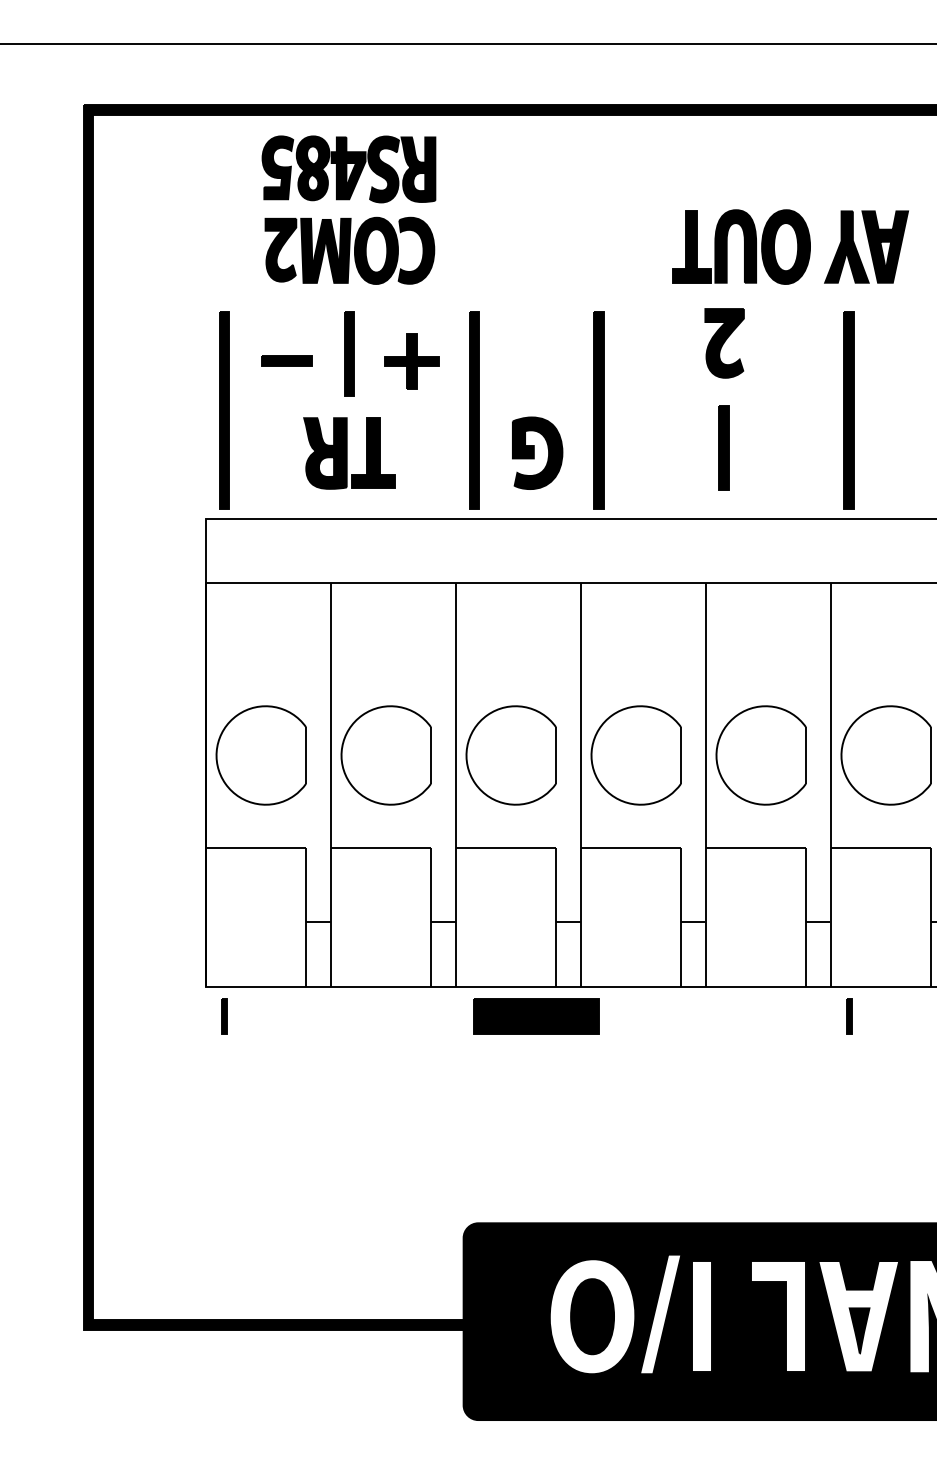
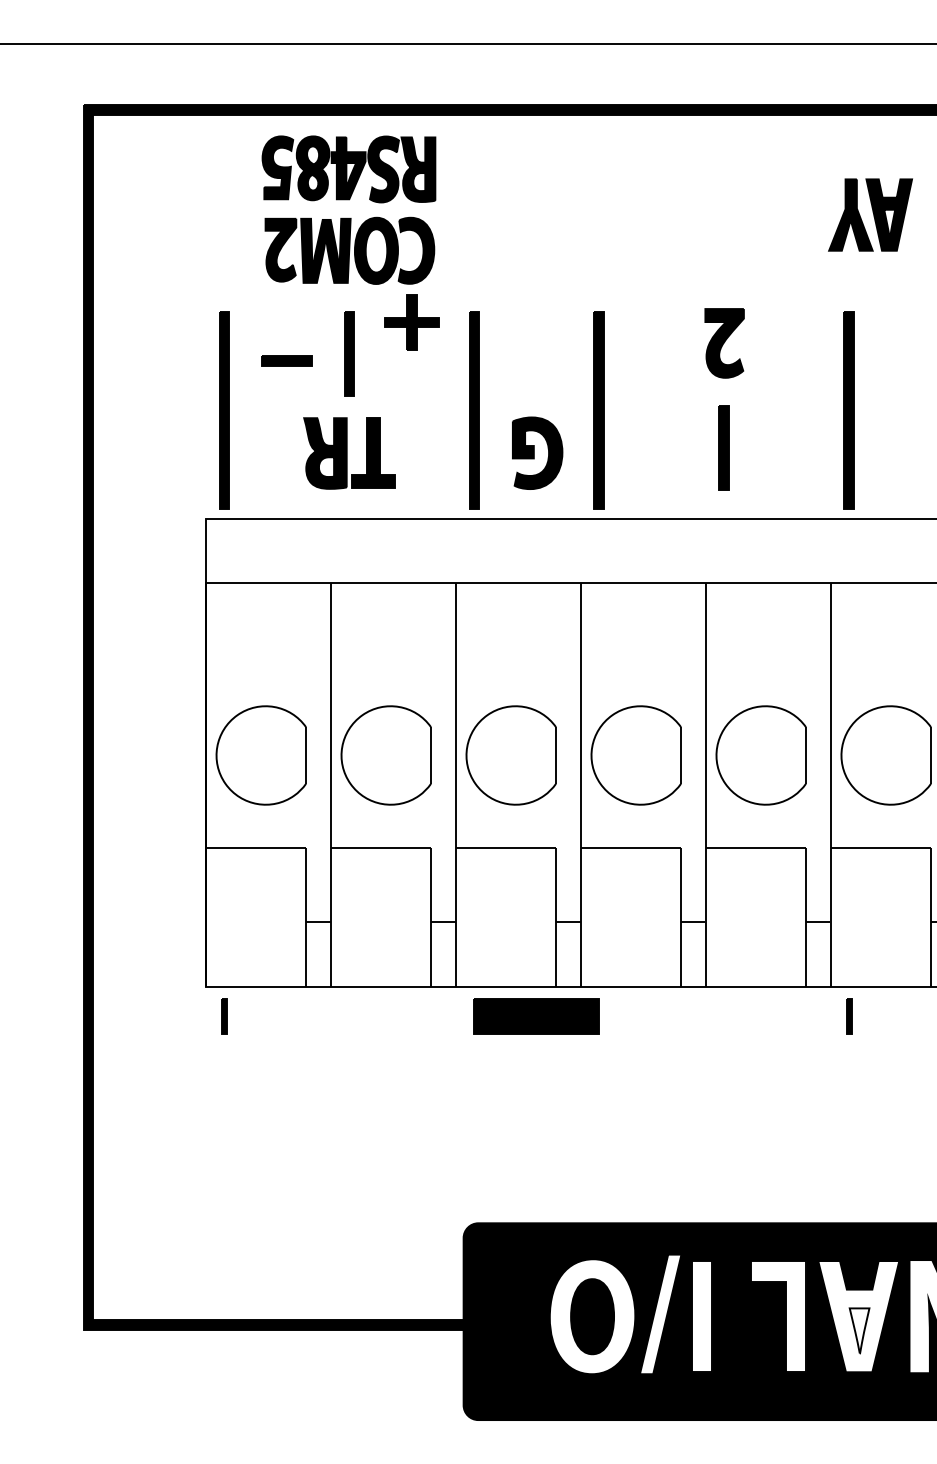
part at (741, 246): present -> none
part at (866, 246) position: (866, 246) -> (870, 214)
part at (411, 361) position: (411, 361) -> (411, 322)
fill at (859, 1330): present -> none
